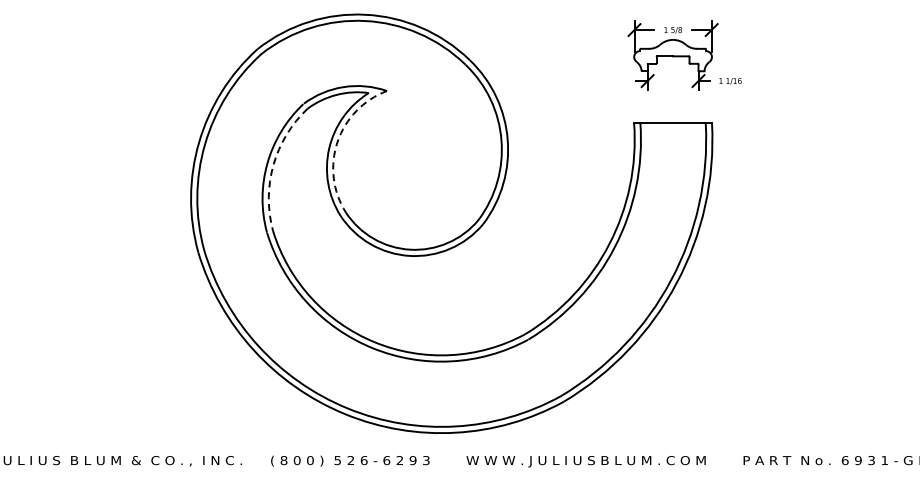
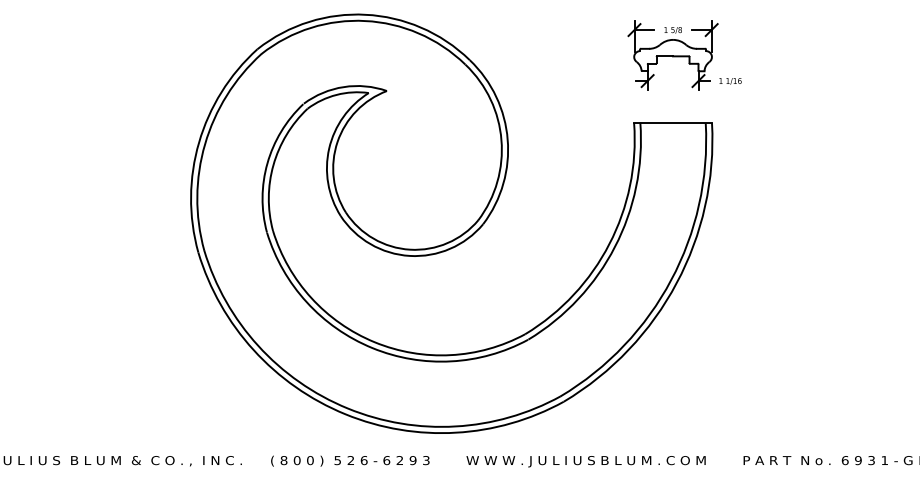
arc at (337, 142): dashed -> solid
arc at (273, 165): dashed -> solid
